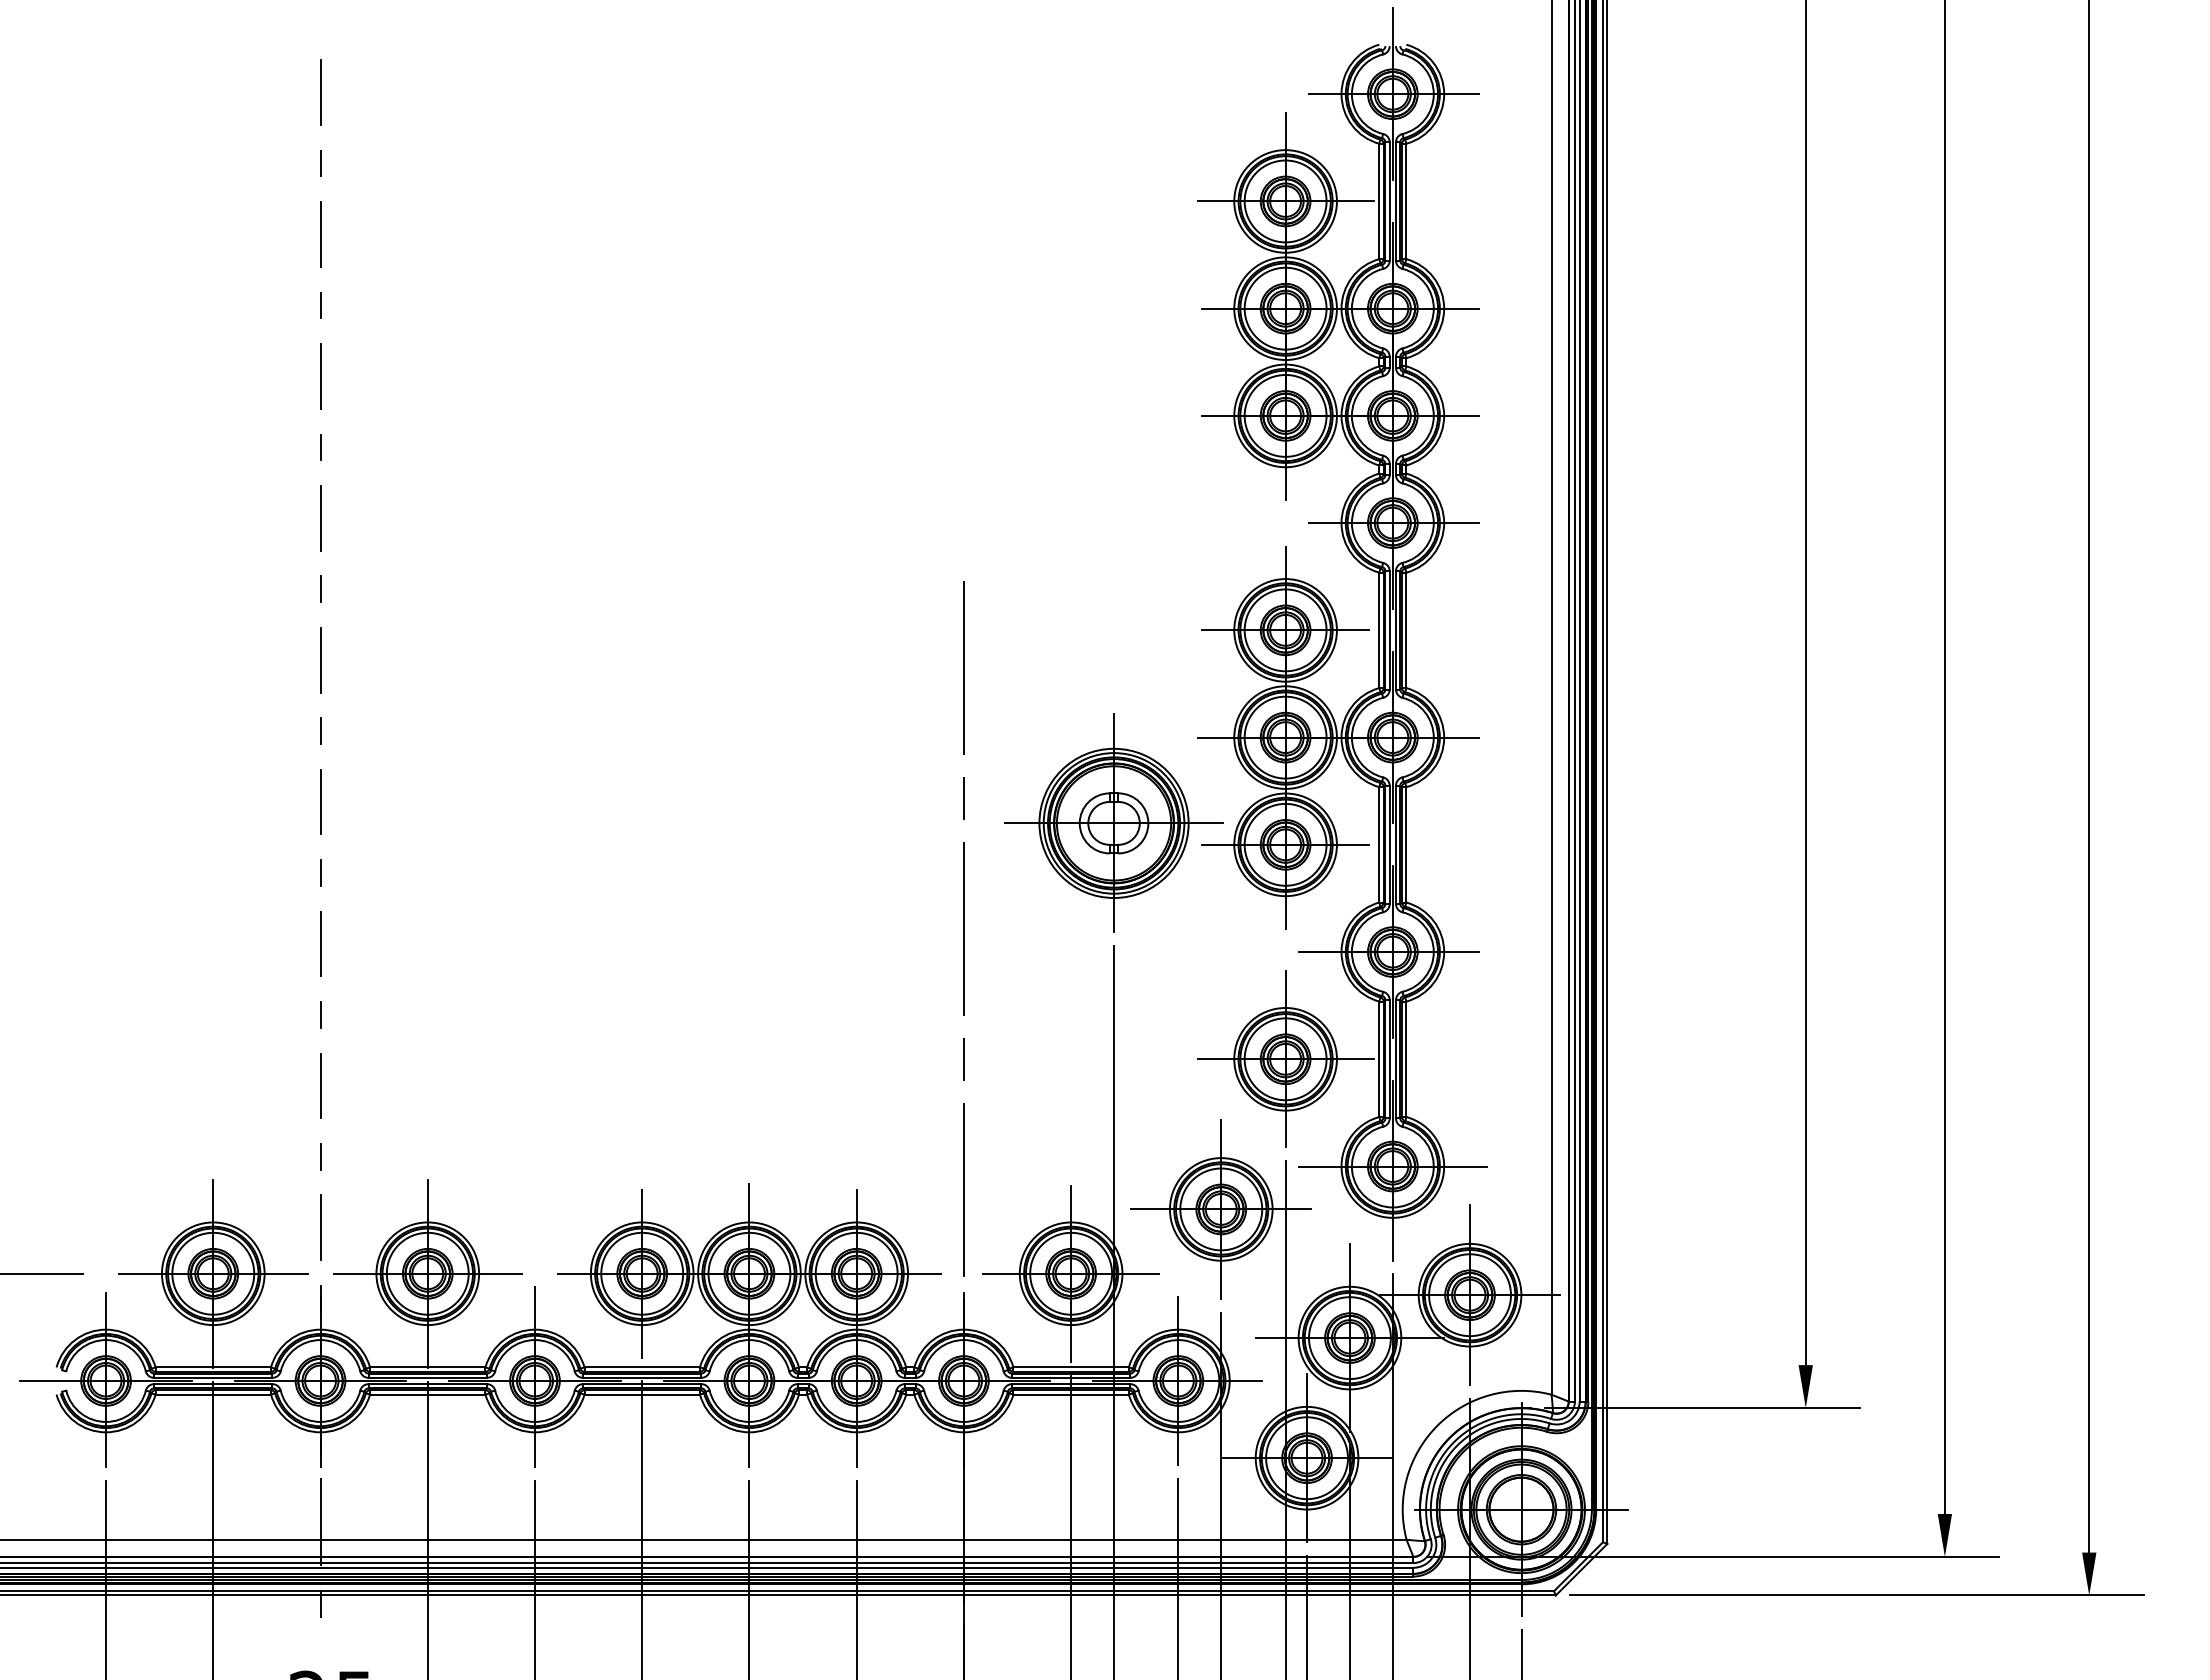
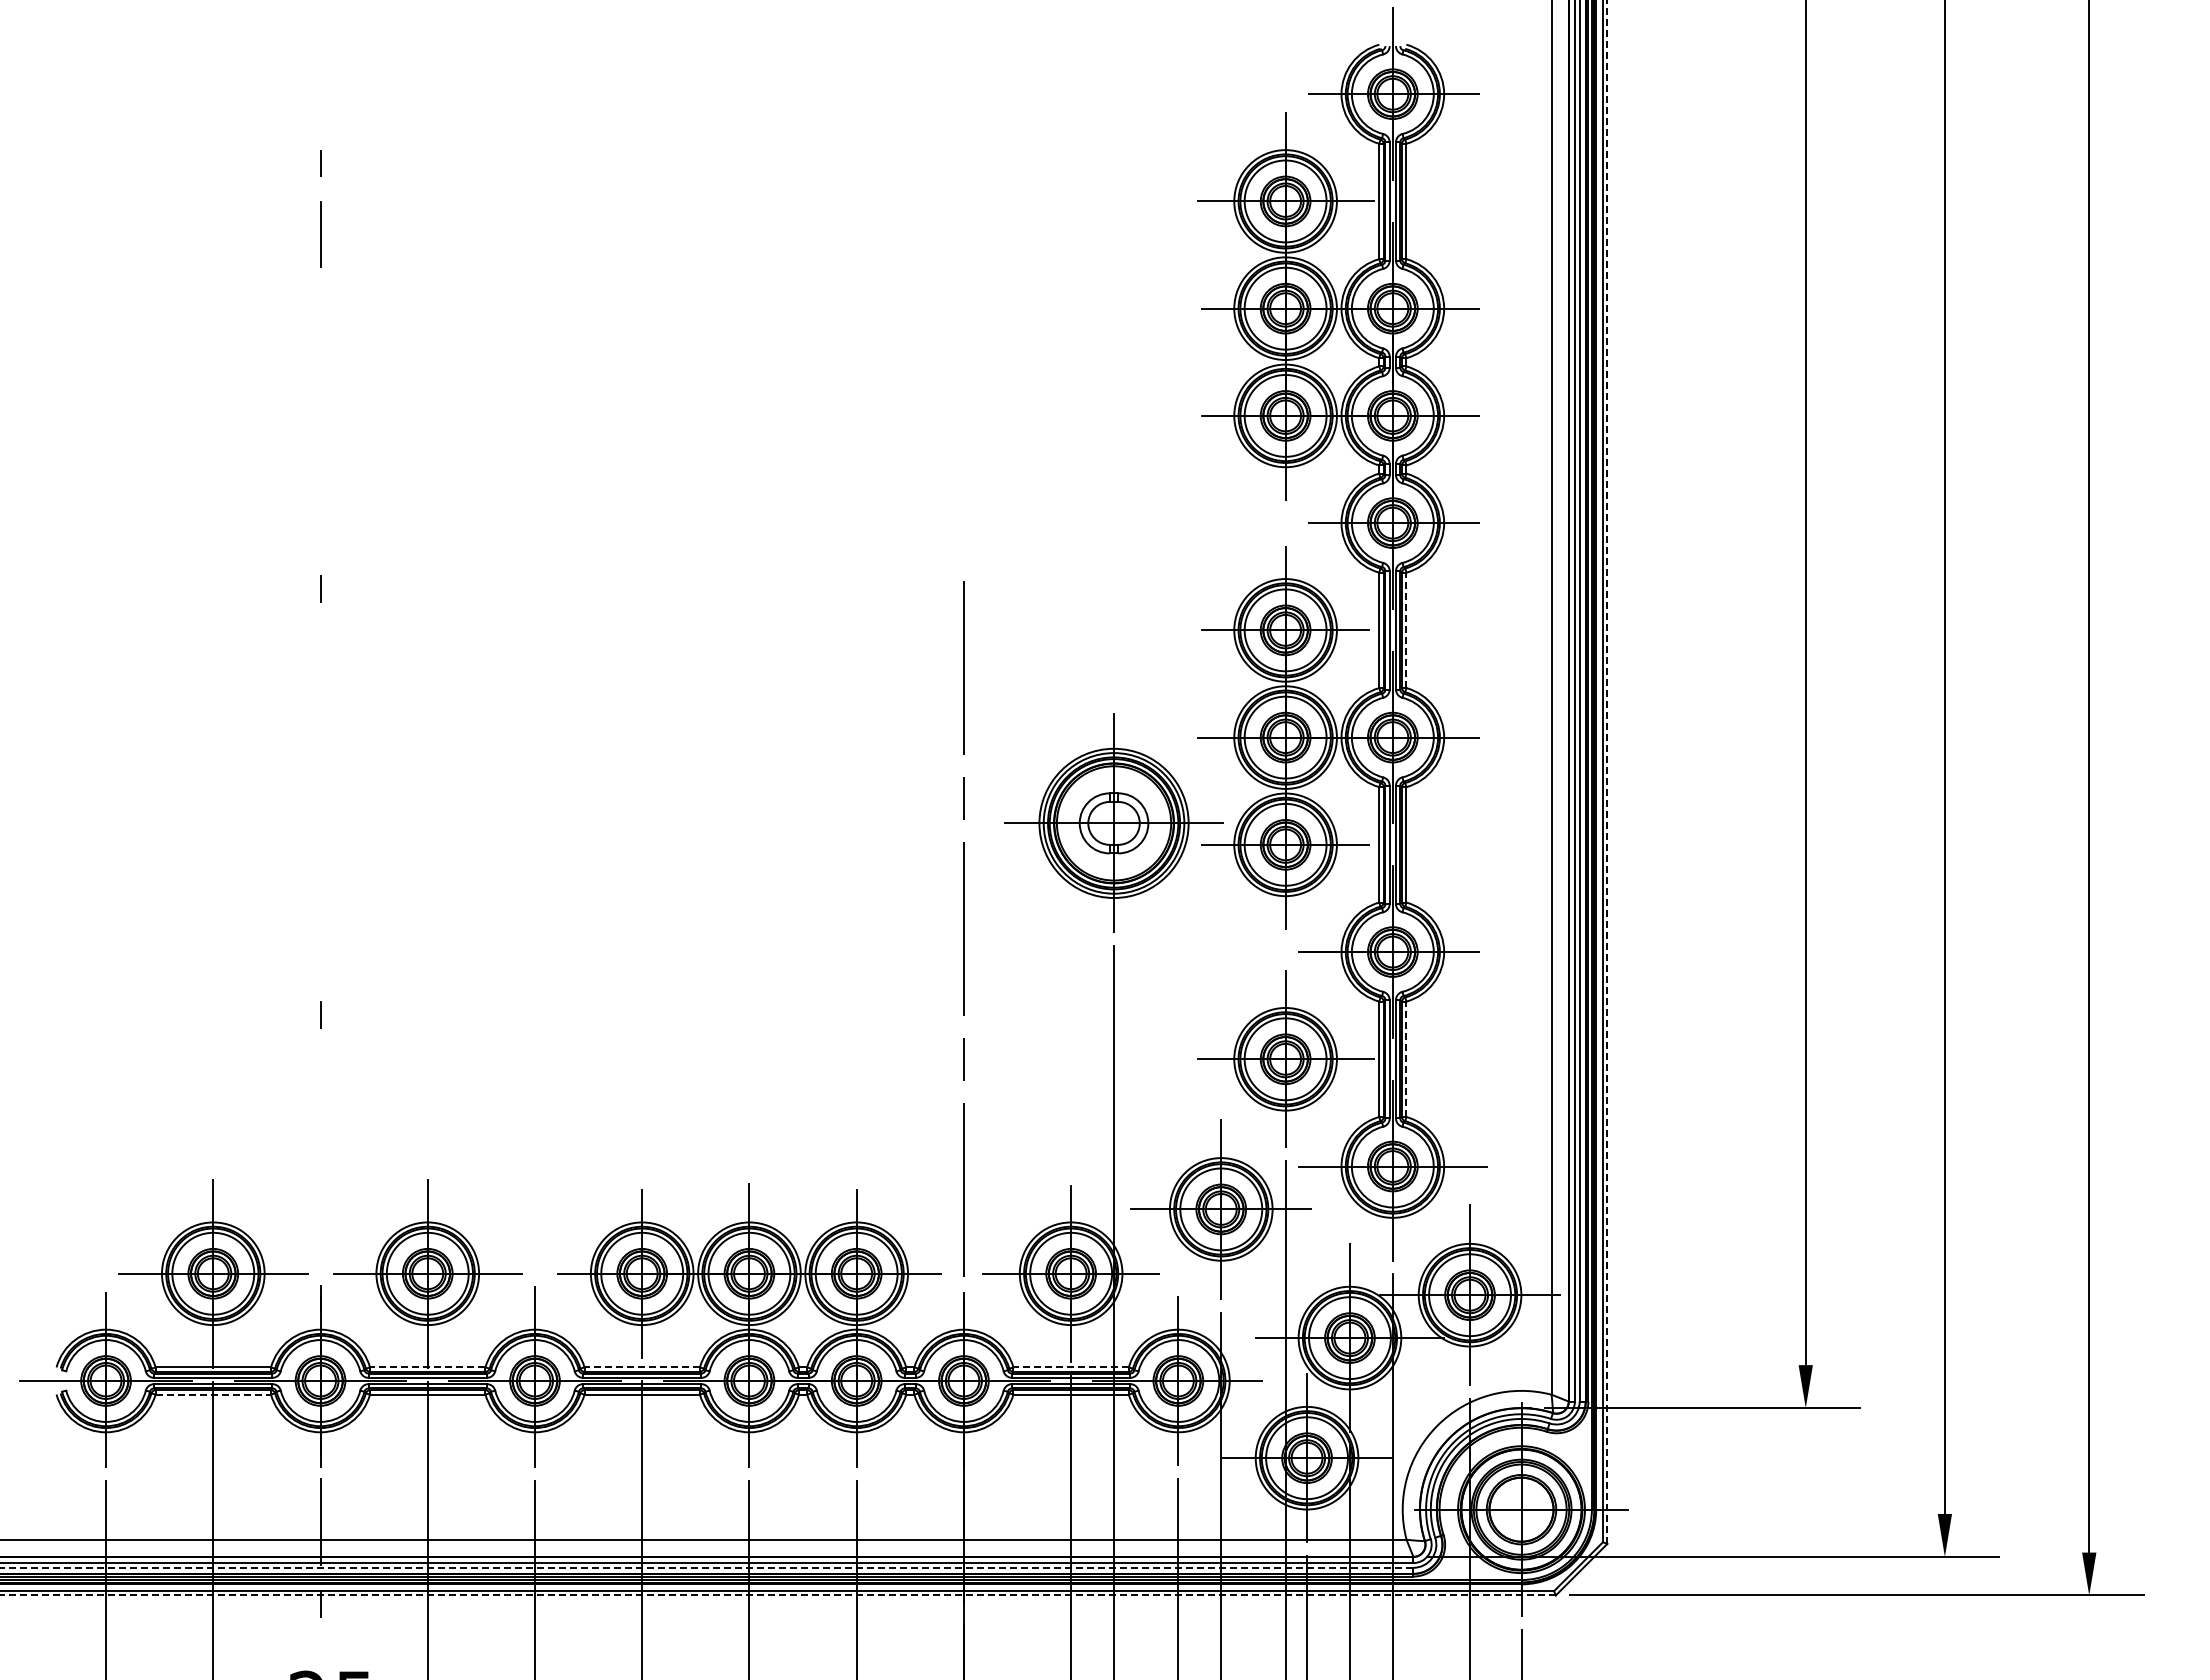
line at (320, 92): present -> none
line at (320, 305): present -> none
line at (320, 376): present -> none
line at (320, 447): present -> none
line at (320, 517): present -> none
line at (1406, 630): solid -> dashed
line at (320, 660): present -> none
line at (320, 731): present -> none
line at (1607, 772): solid -> dashed
line at (320, 801): present -> none
line at (320, 872): present -> none
line at (320, 943): present -> none
line at (1406, 1059): solid -> dashed
line at (320, 1085): present -> none
line at (320, 1156): present -> none
line at (320, 1227): present -> none
line at (42, 1273): present -> none
line at (427, 1367): solid -> dashed
line at (642, 1367): solid -> dashed
line at (1071, 1367): solid -> dashed
line at (213, 1394): solid -> dashed
line at (706, 1567): solid -> dashed
line at (777, 1595): solid -> dashed
